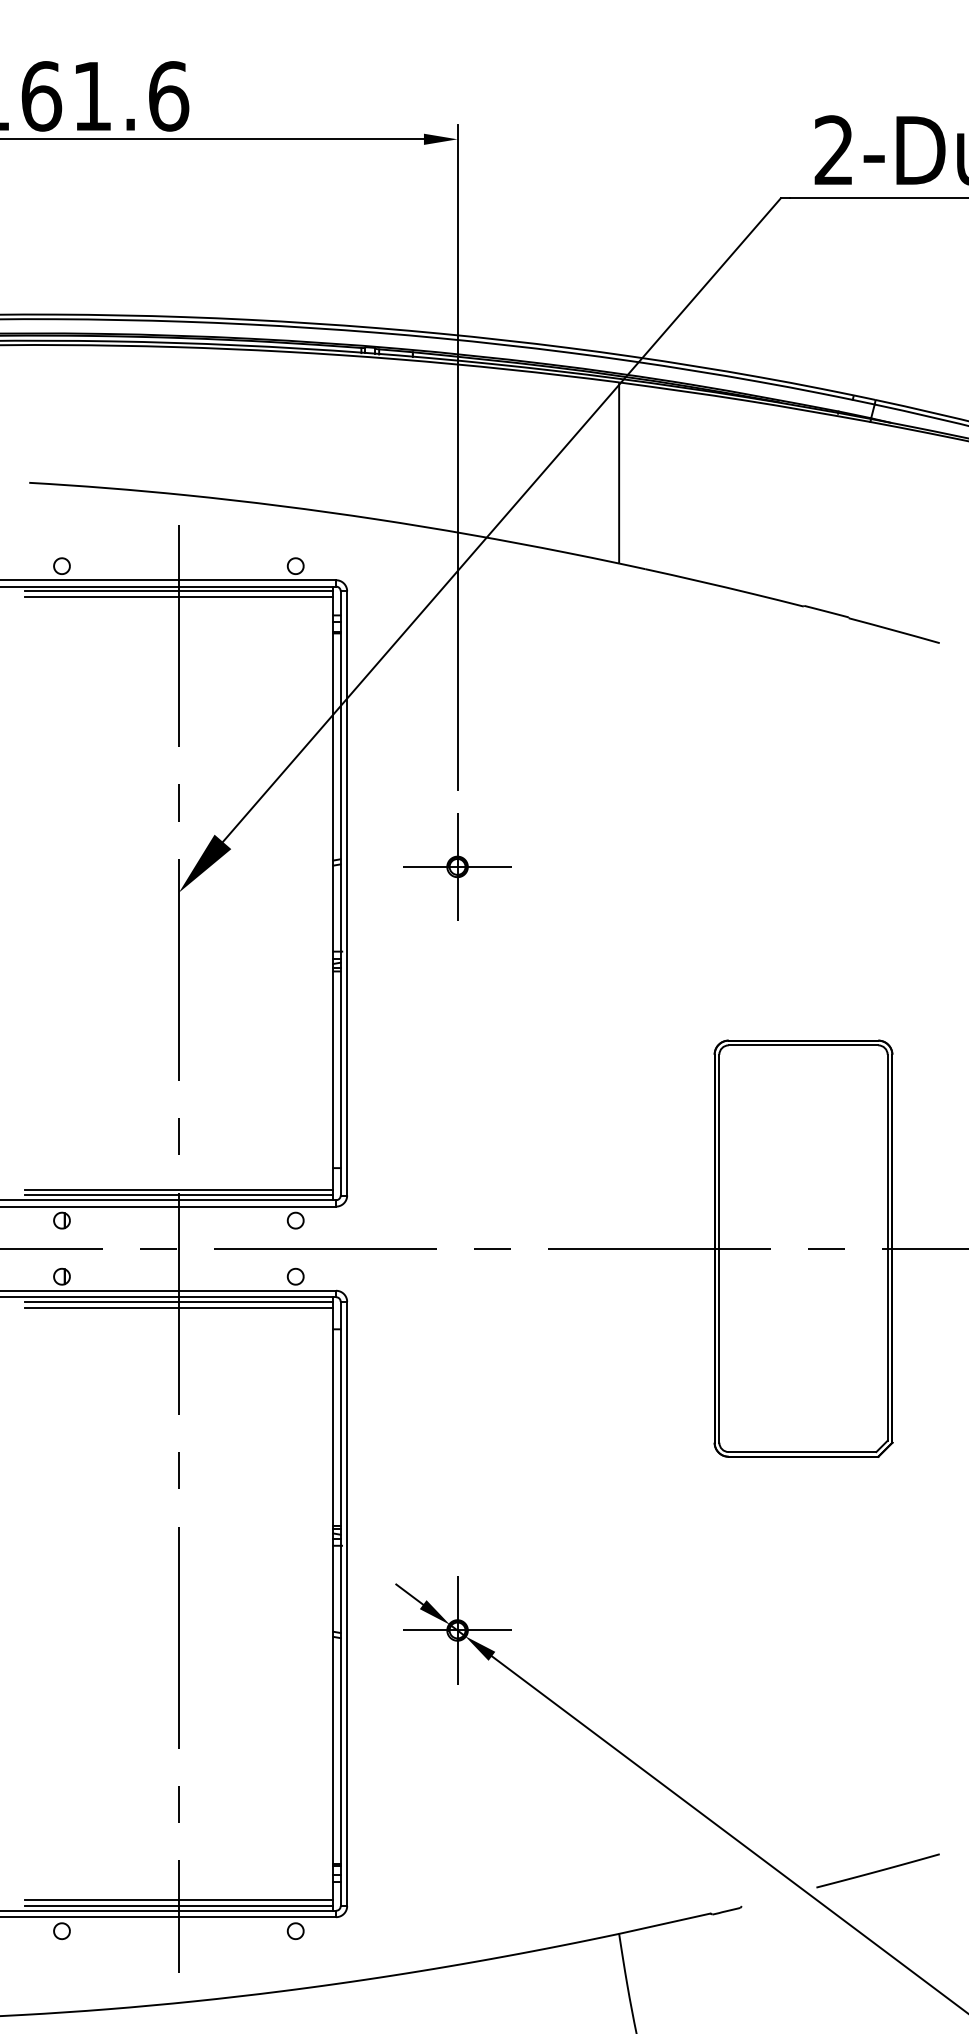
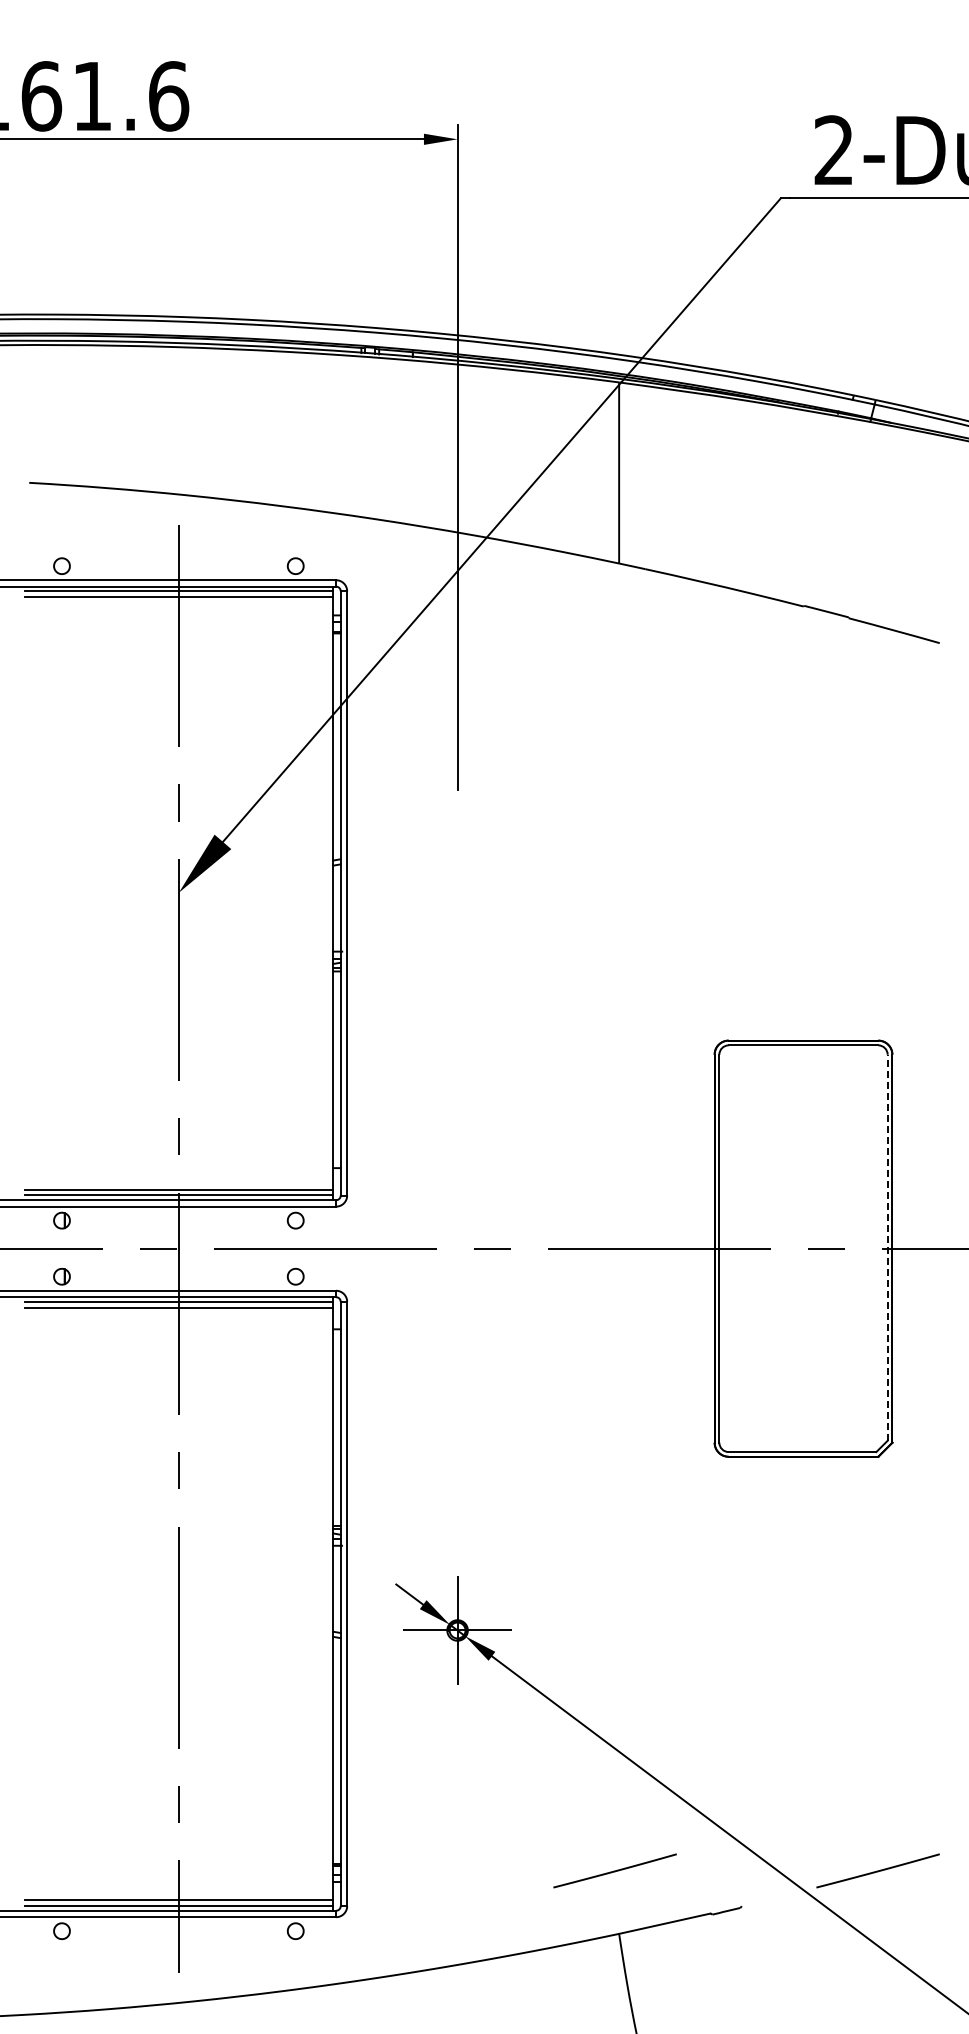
part at (457, 866): present -> none
line at (887, 1247): solid -> dashed
line at (614, 1870): none -> present
